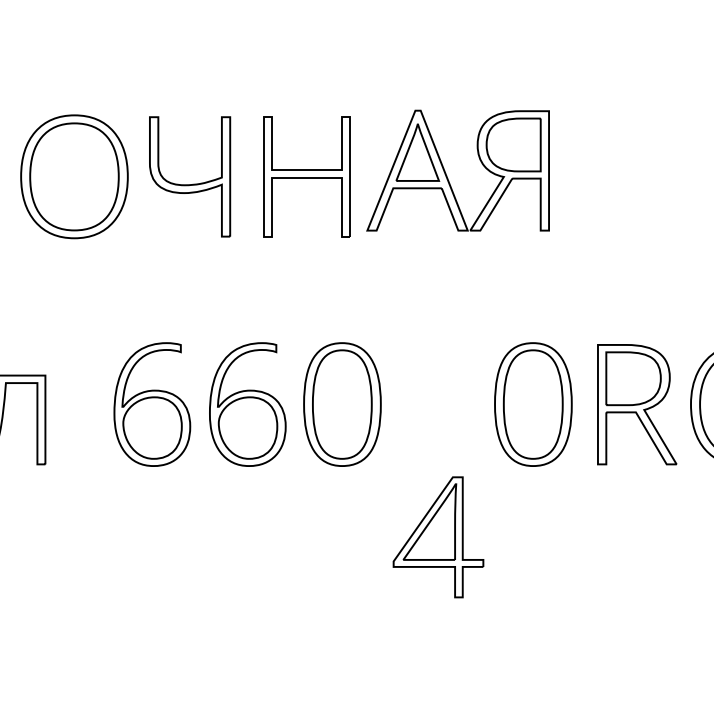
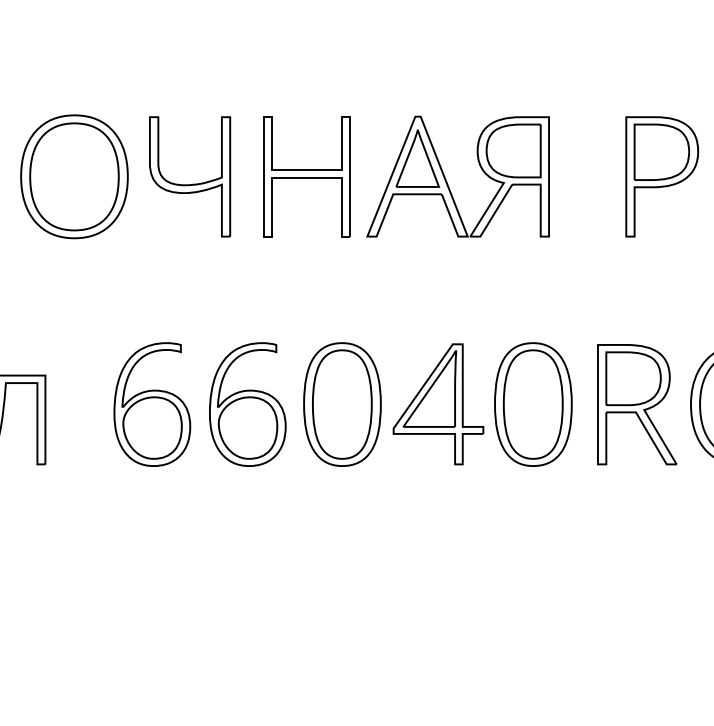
part at (447, 175) position: (447, 175) -> (447, 181)
part at (662, 176): none -> present
part at (438, 537) position: (438, 537) -> (438, 404)
